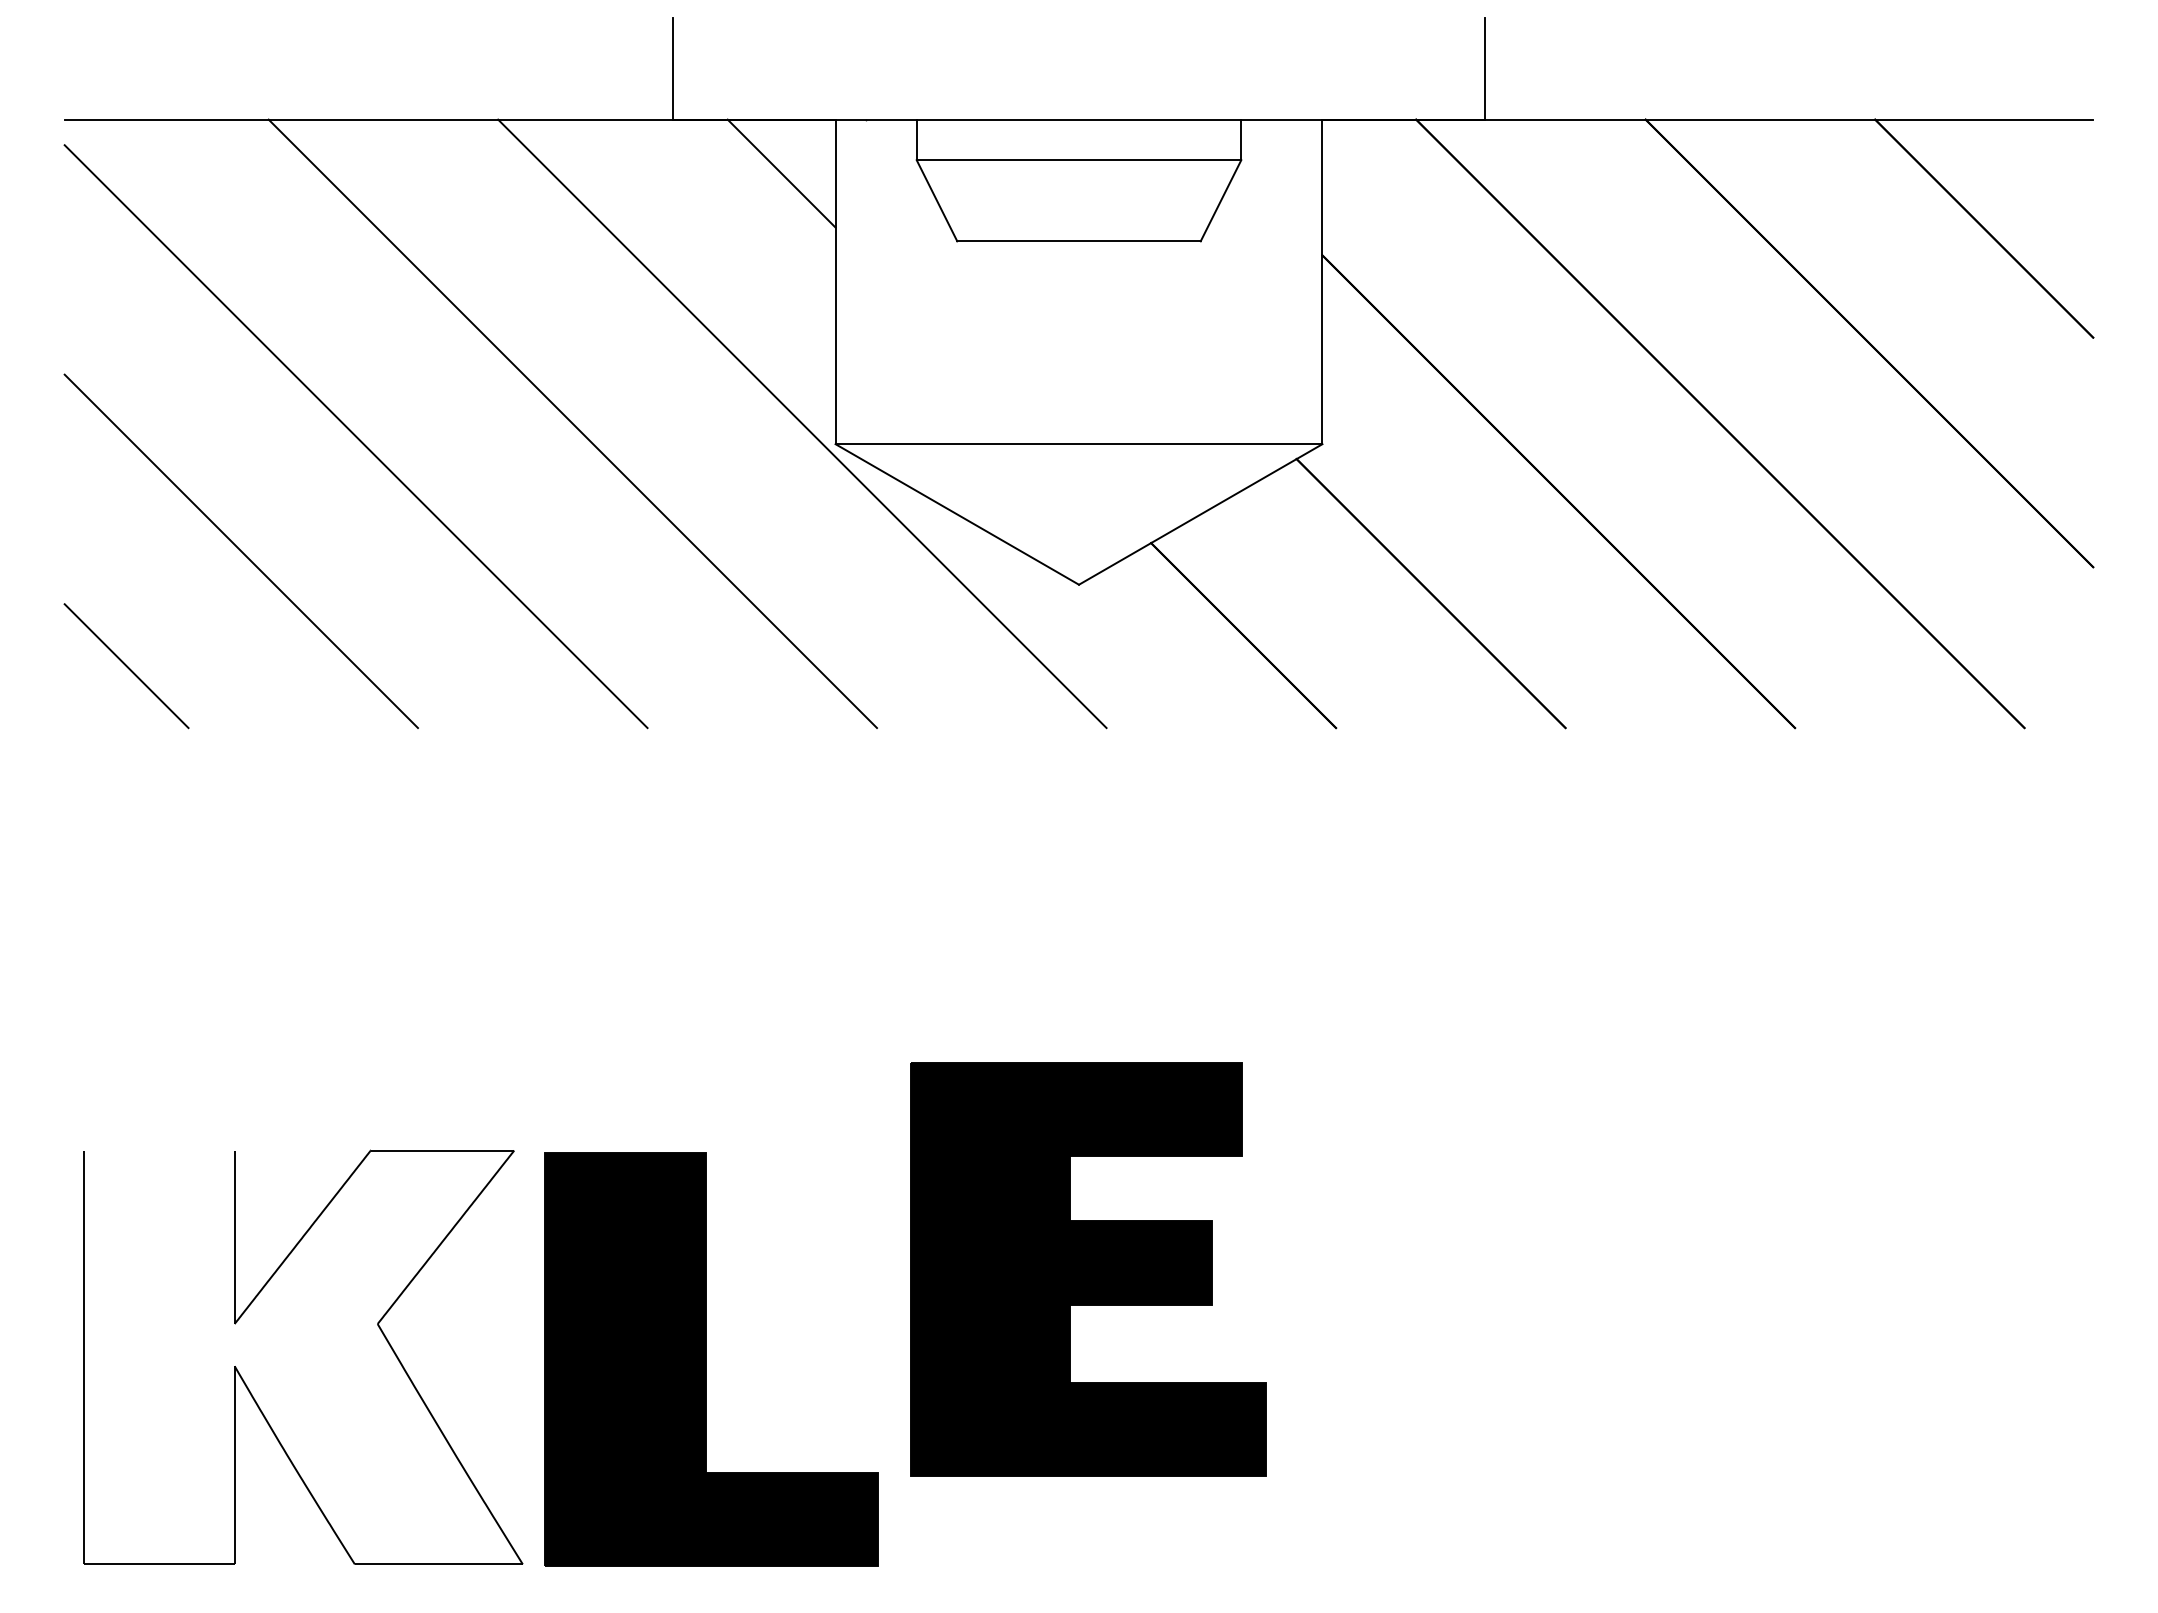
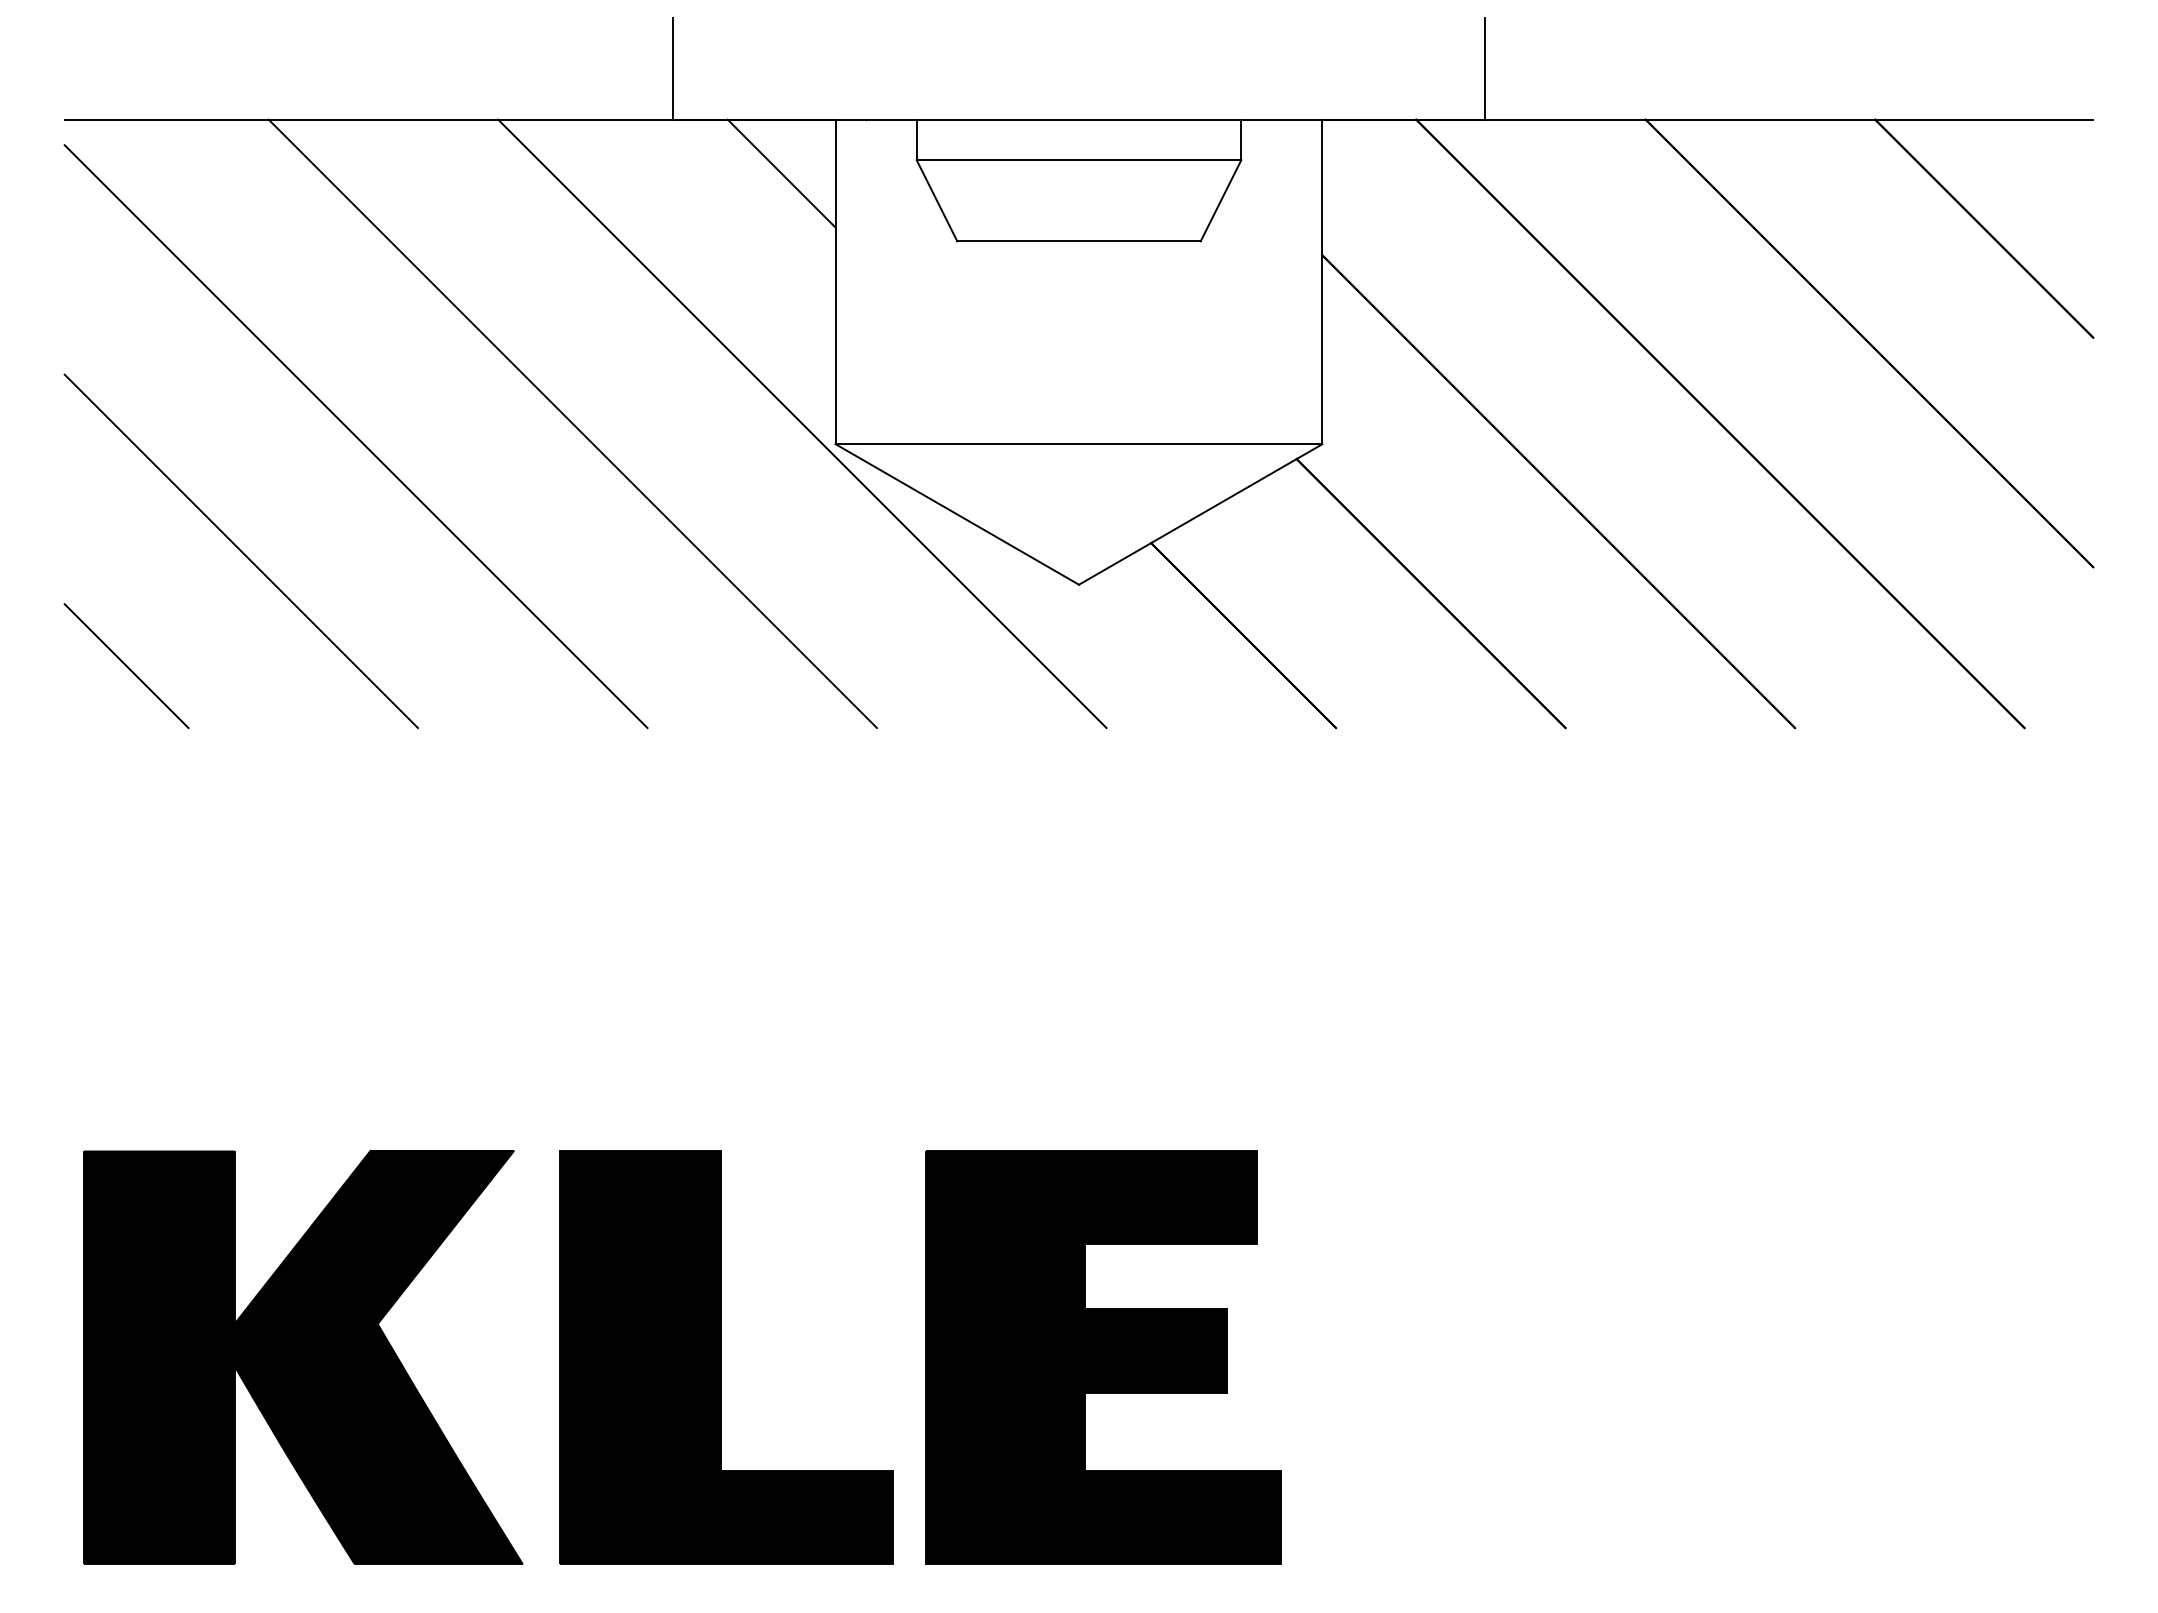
part at (1088, 1269) position: (1088, 1269) -> (1103, 1357)
fill at (303, 1357): none -> present
part at (711, 1359) position: (711, 1359) -> (726, 1357)
